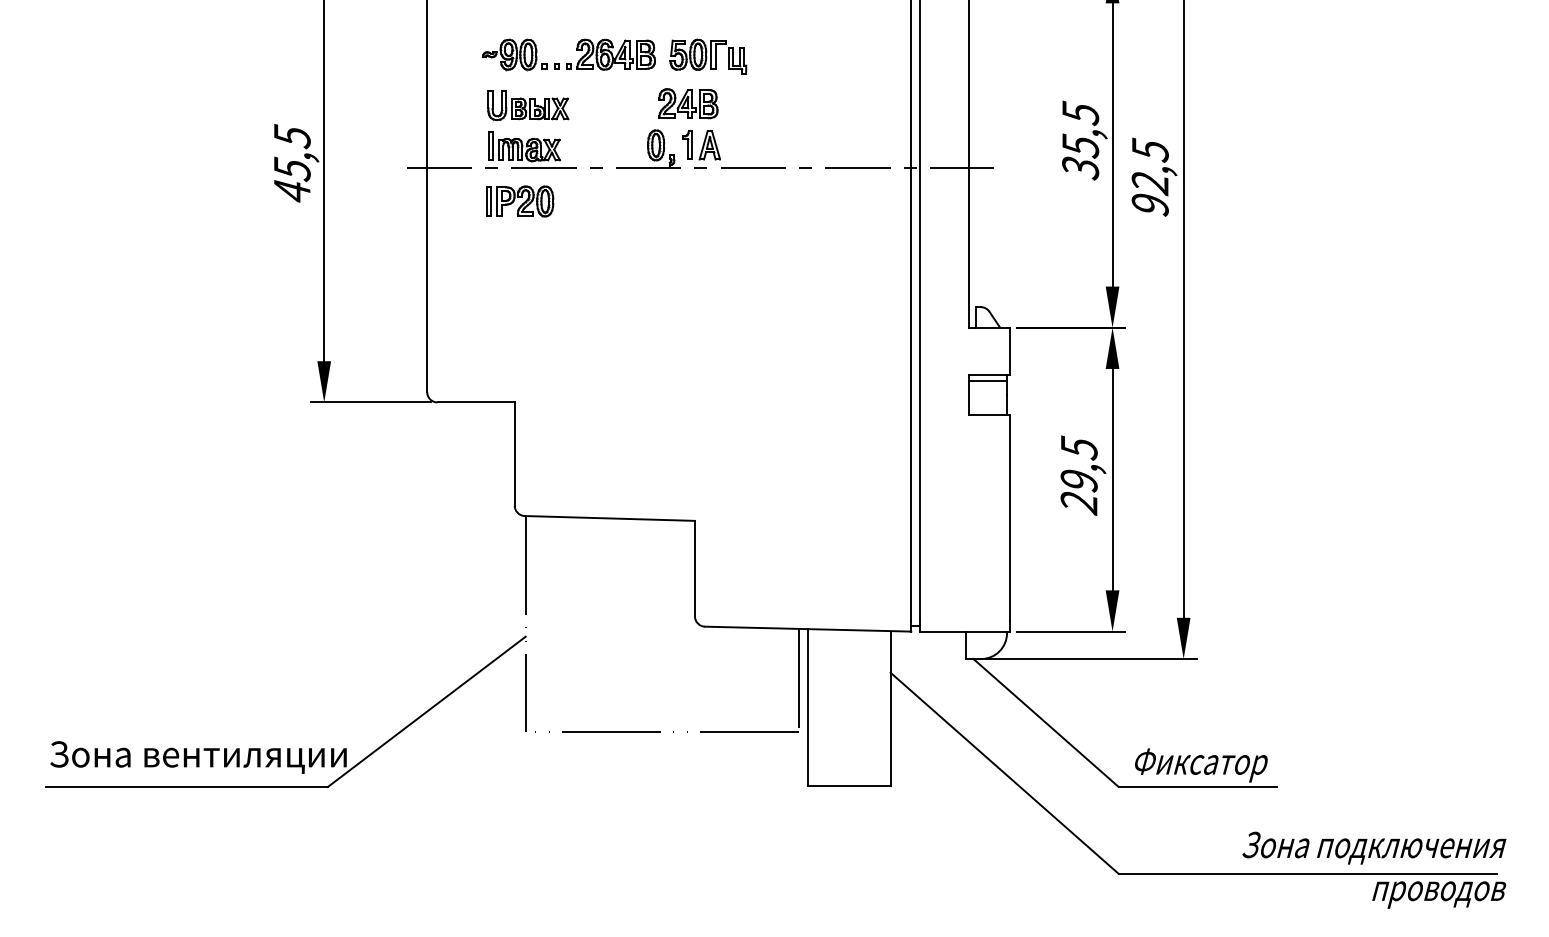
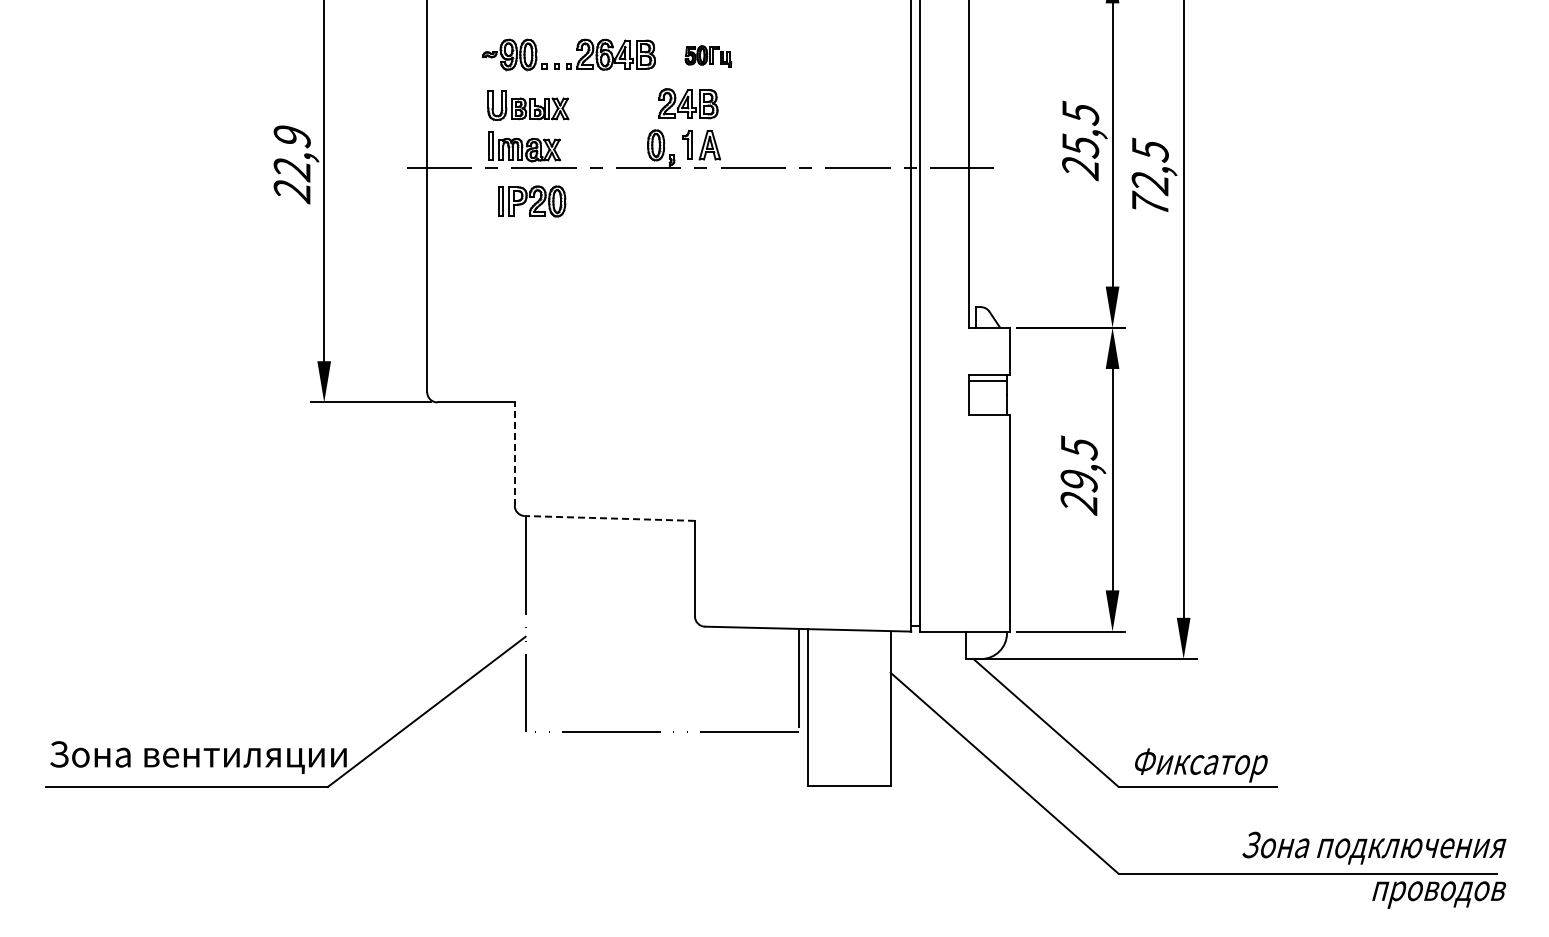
part at (708, 56) size: 79x37 px -> 49x23 px
text at (291, 163): 45,5 -> 22,9
text at (1080, 168): 35,5 -> 25,5
part at (520, 201) position: (520, 201) -> (532, 201)
text at (1149, 203): 92,5 -> 72,5
line at (514, 454): solid -> dashed
line at (609, 518): solid -> dashed
